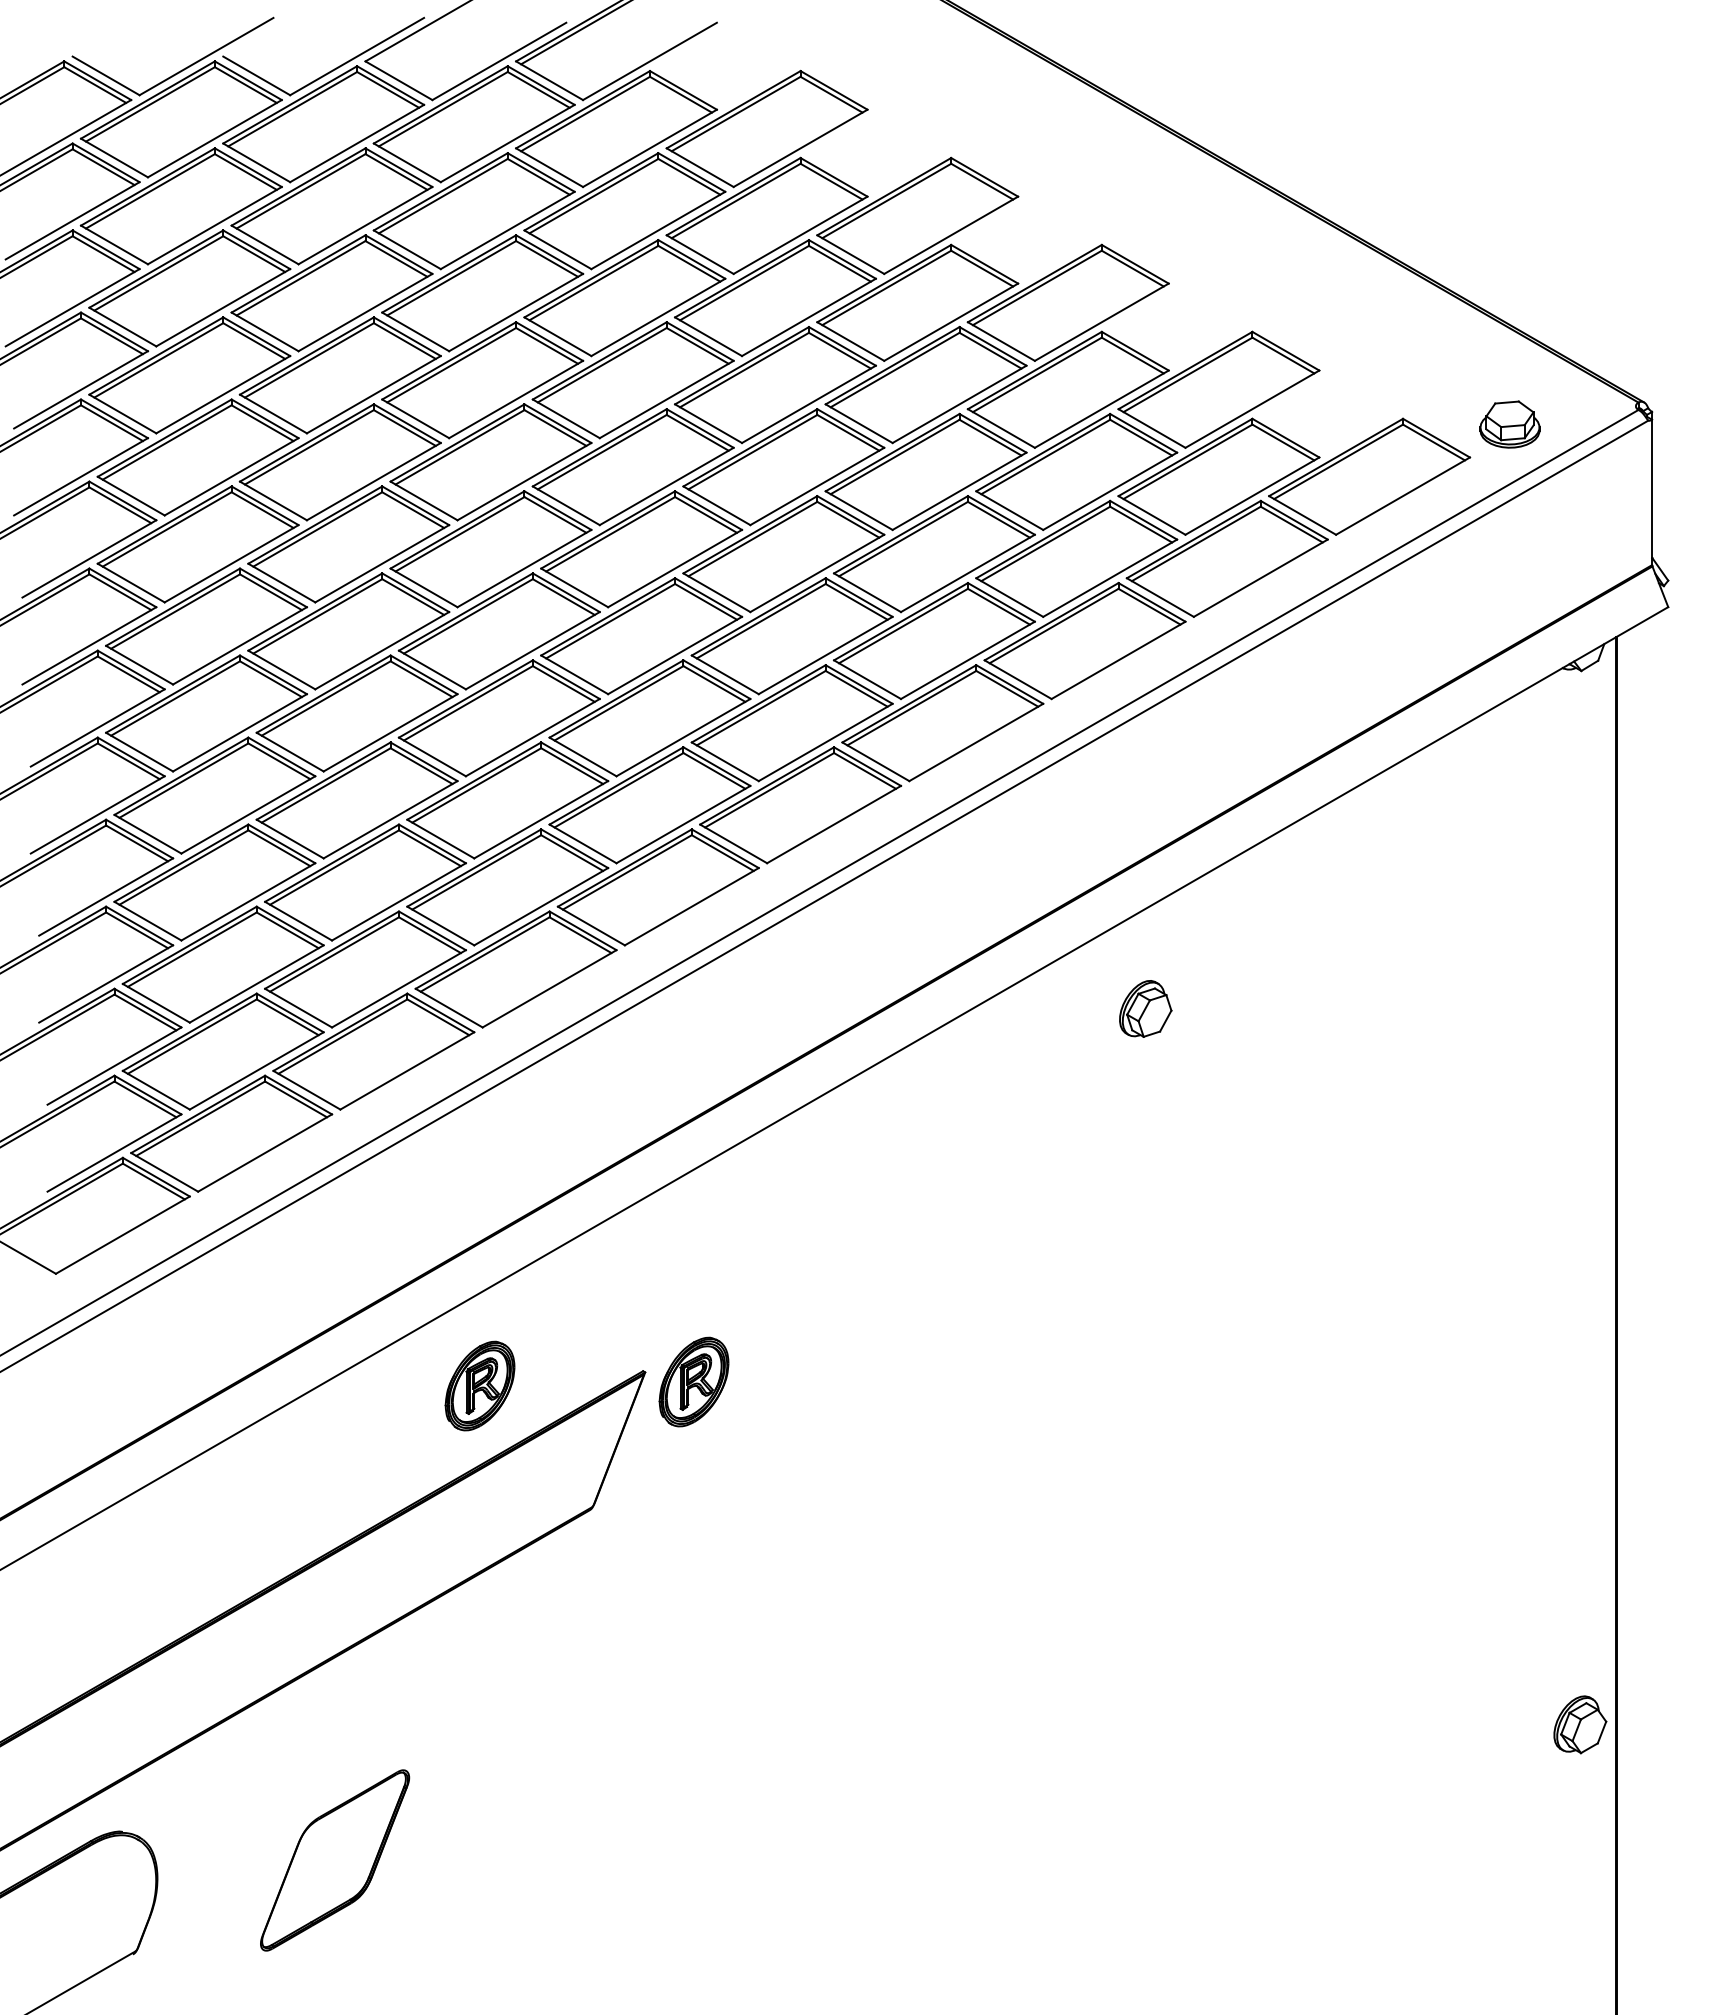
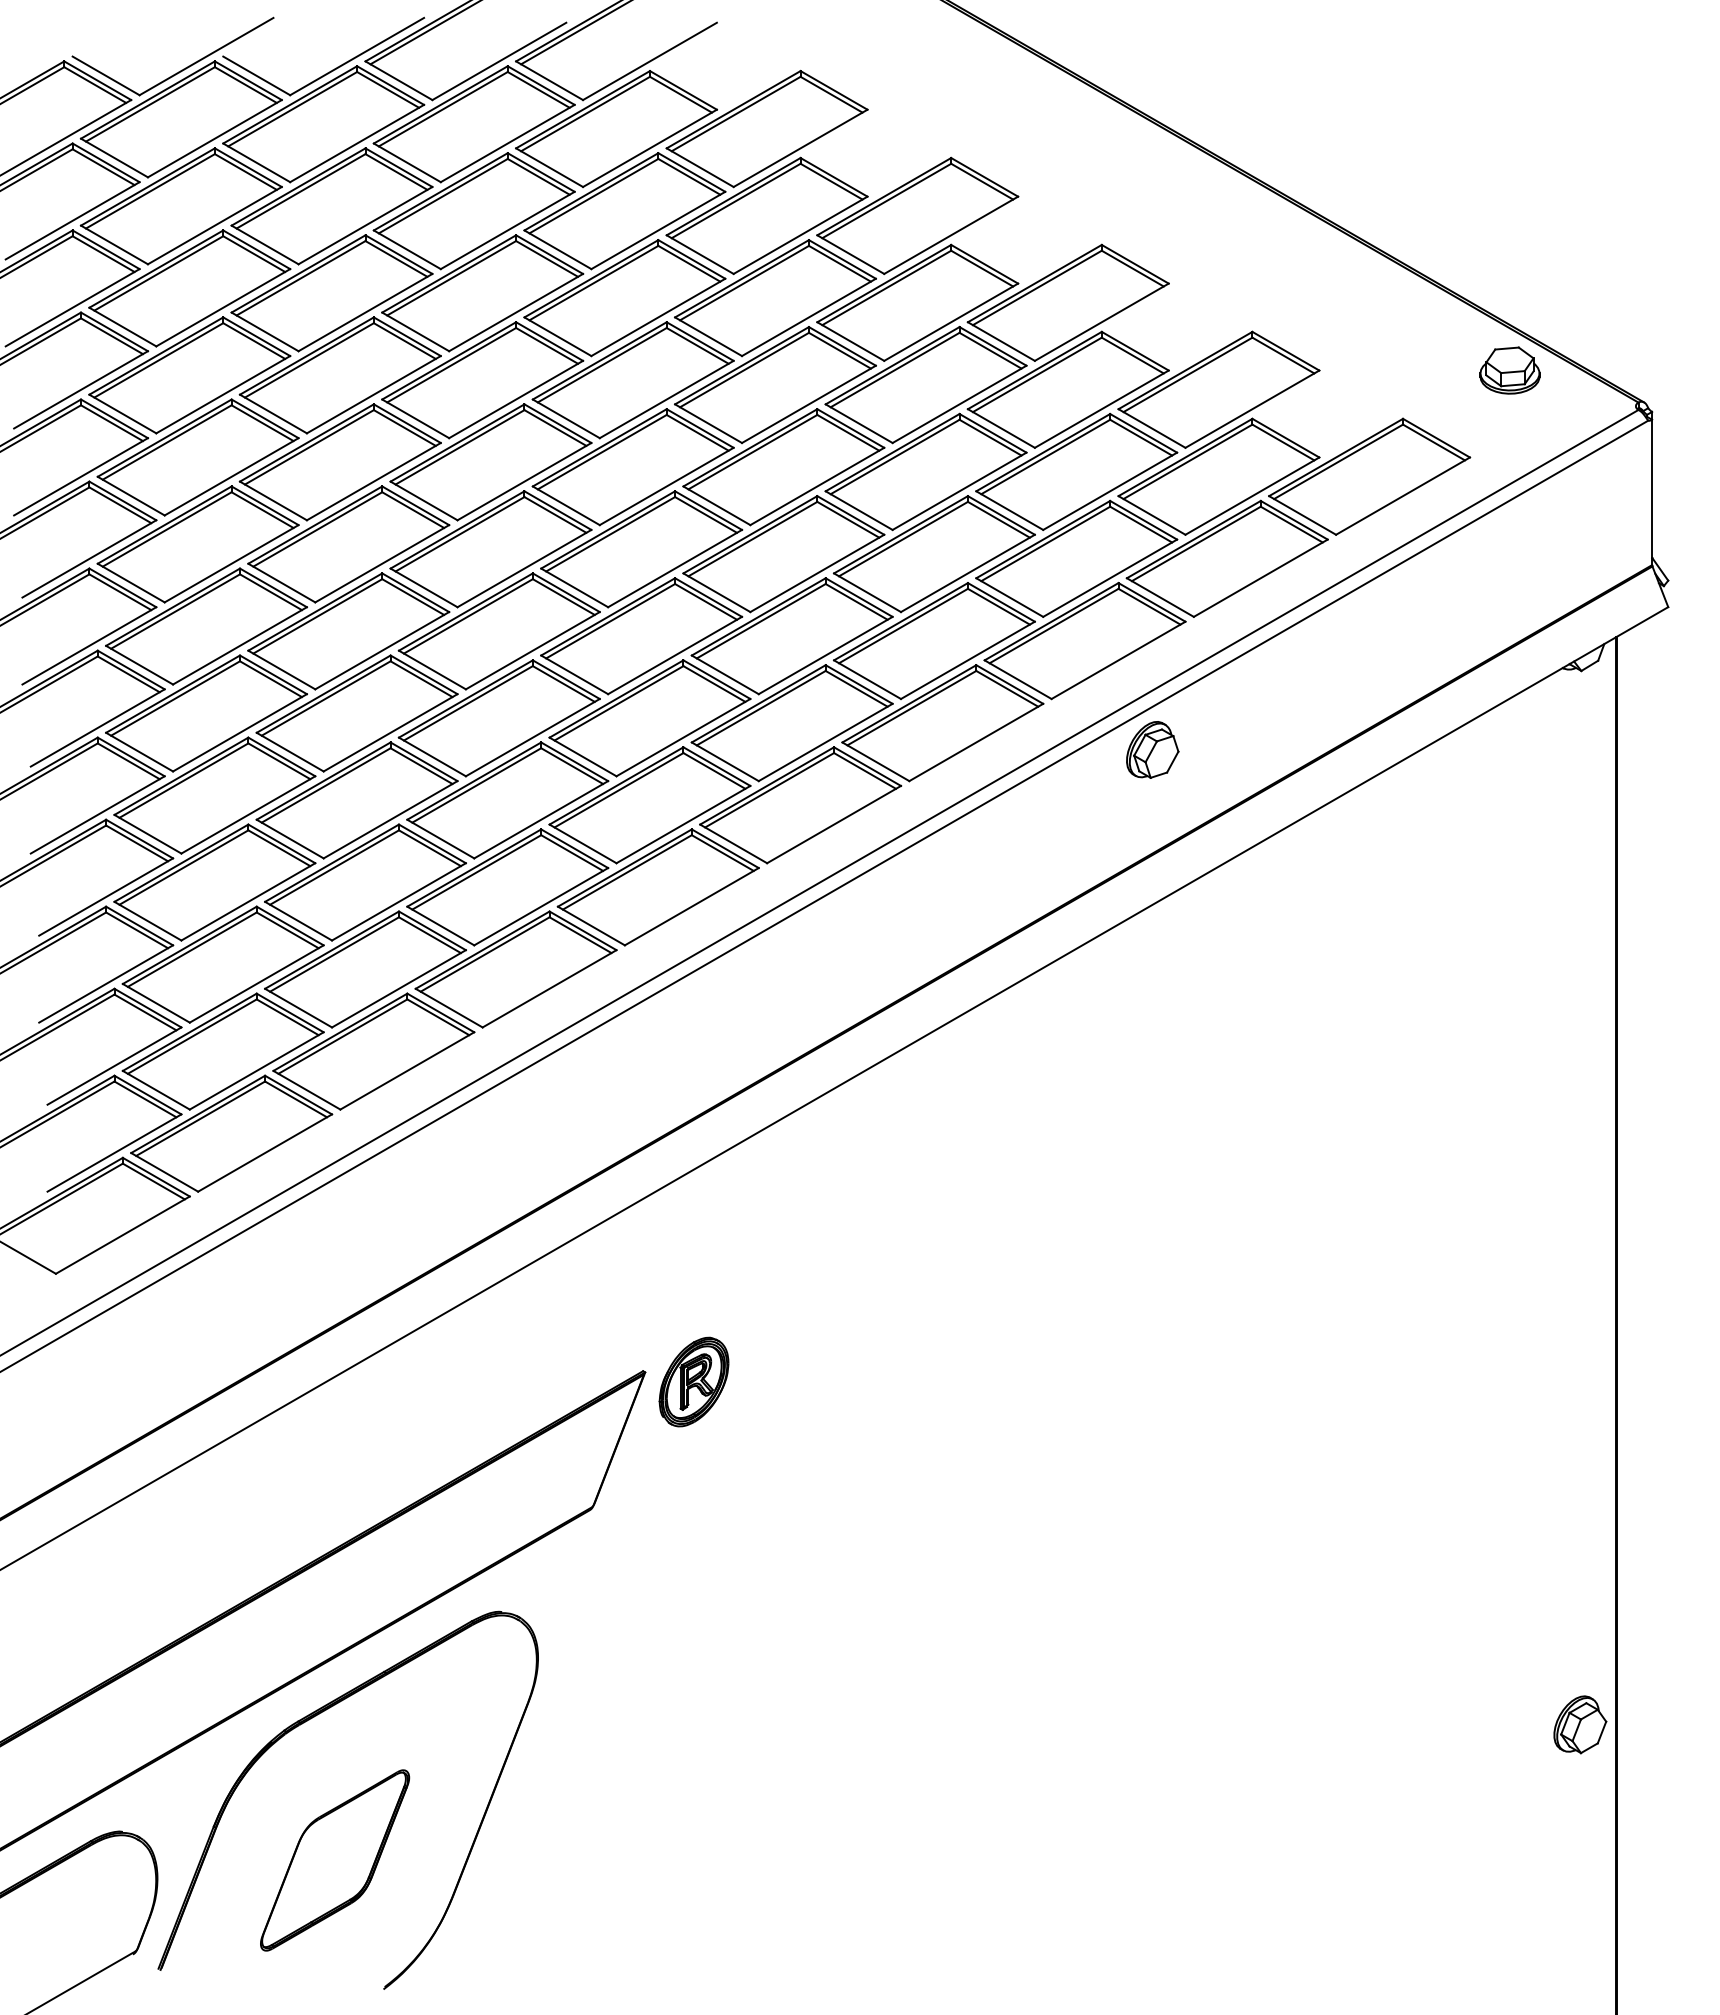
line at (423, 33): none -> present
part at (1509, 424) position: (1509, 424) -> (1509, 370)
part at (1145, 1008) position: (1145, 1008) -> (1152, 749)
part at (479, 1385): present -> none
part at (304, 1723): none -> present
